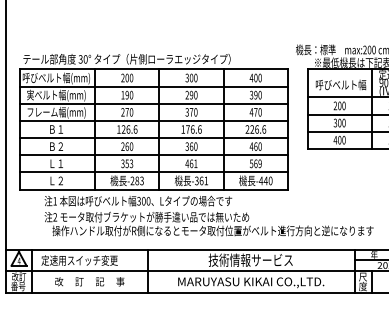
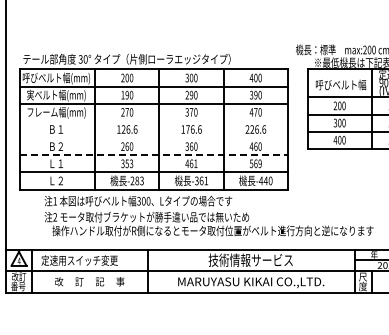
line at (154, 120): present -> none
line at (154, 138): present -> none
line at (154, 155): solid -> dashed
